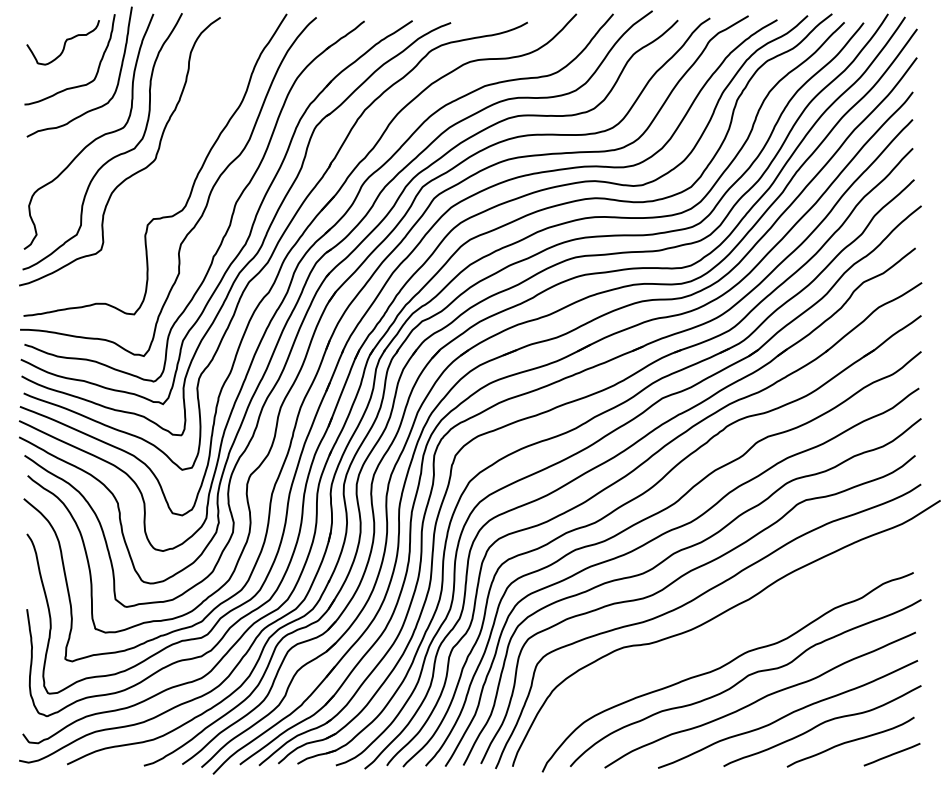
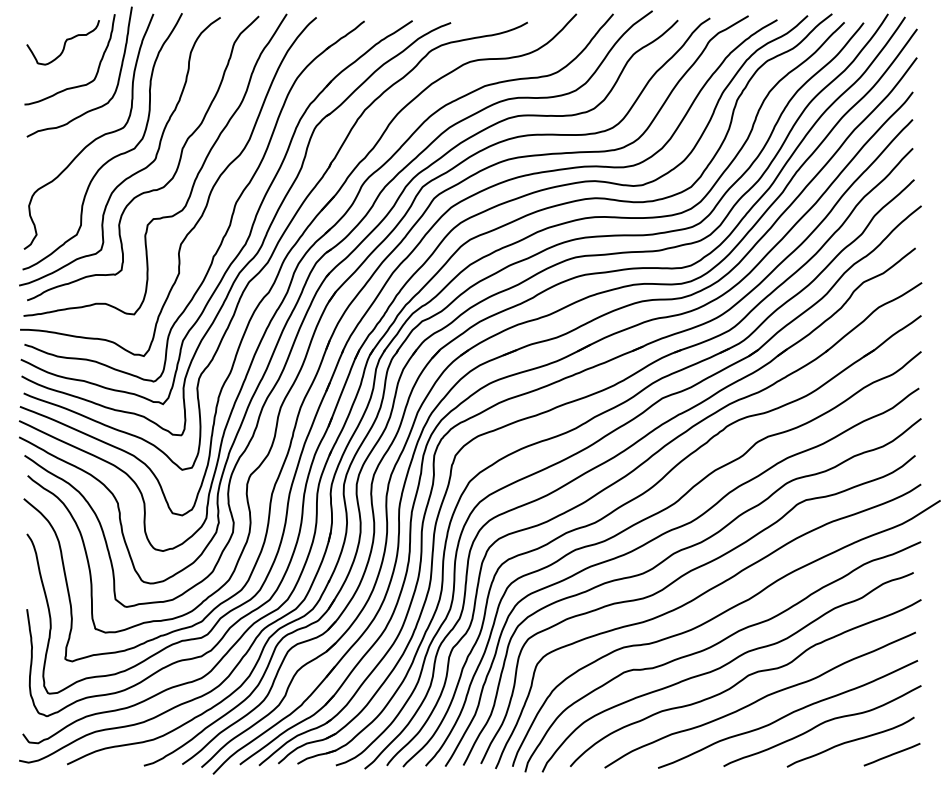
curve at (152, 189): none -> present
curve at (716, 645): none -> present
